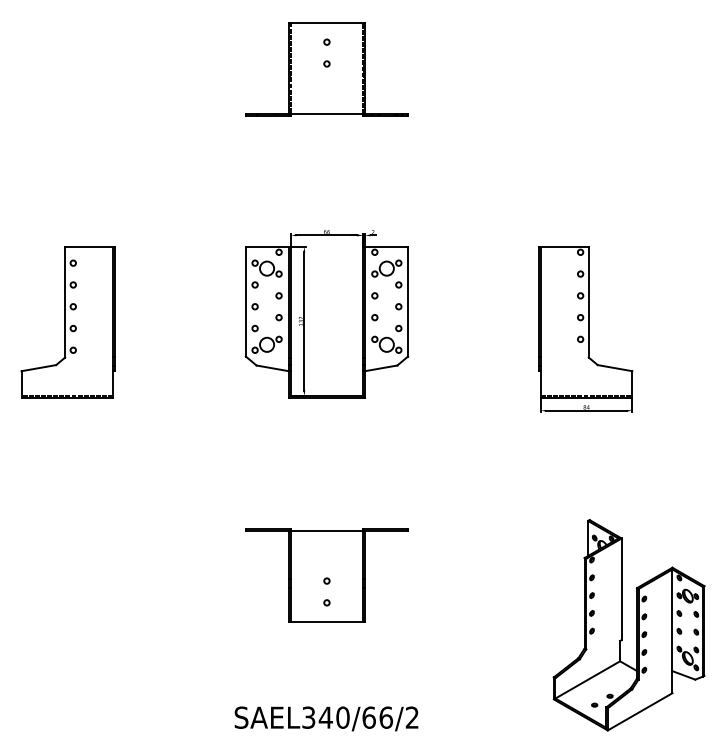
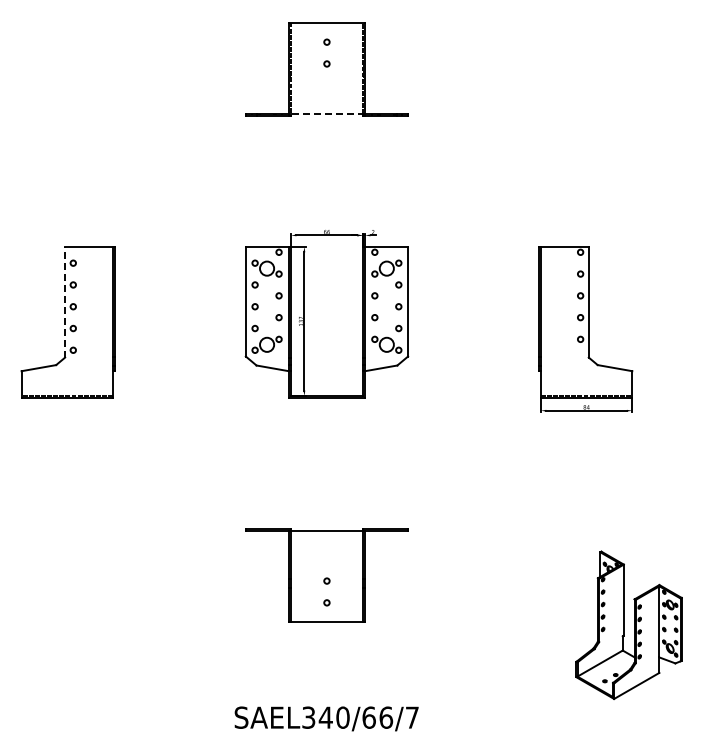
line at (326, 114): solid -> dashed
line at (65, 301): solid -> dashed
part at (628, 625) size: 154x213 px -> 108x150 px
text at (411, 717): SAEL340/66/2 -> SAEL340/66/7
